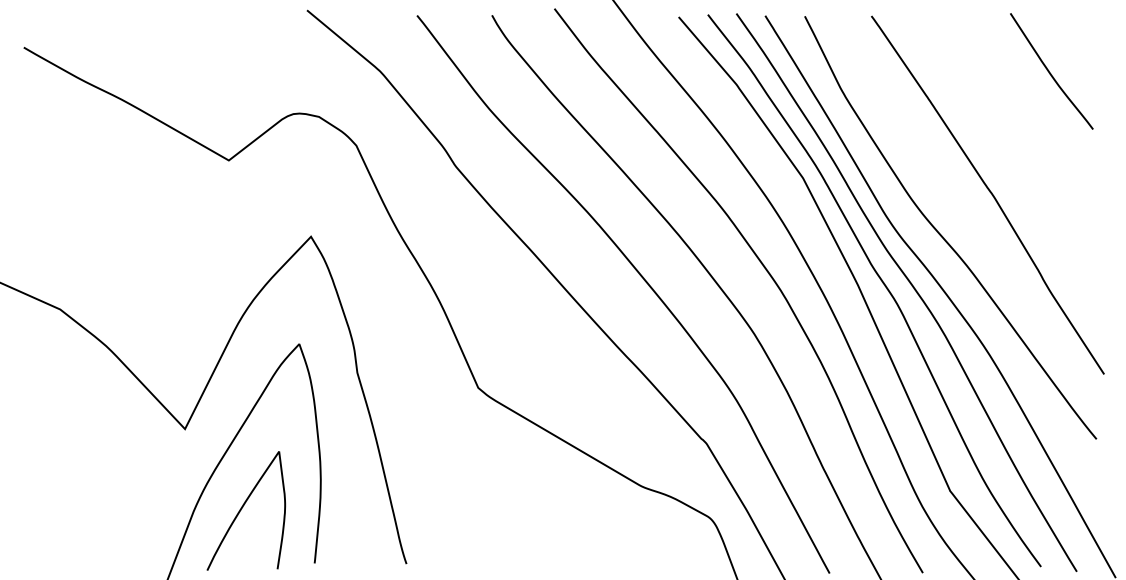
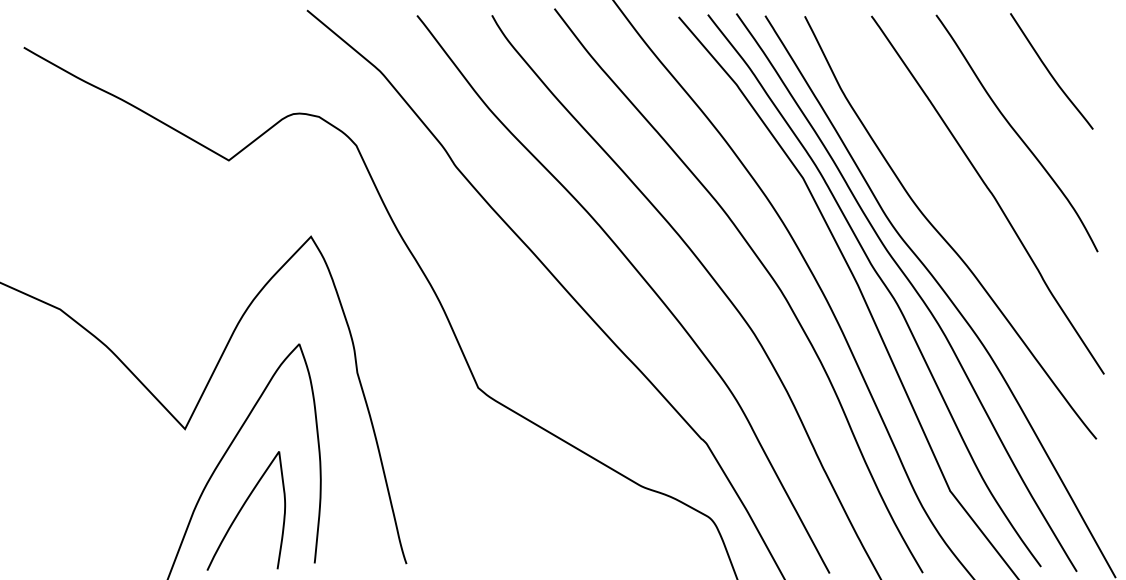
curve at (1016, 133): none -> present
